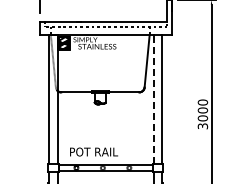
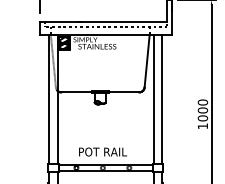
line at (153, 99): dashed -> solid
text at (202, 126): 3000 -> 1000
text at (93, 151) position: (93, 151) -> (102, 151)
